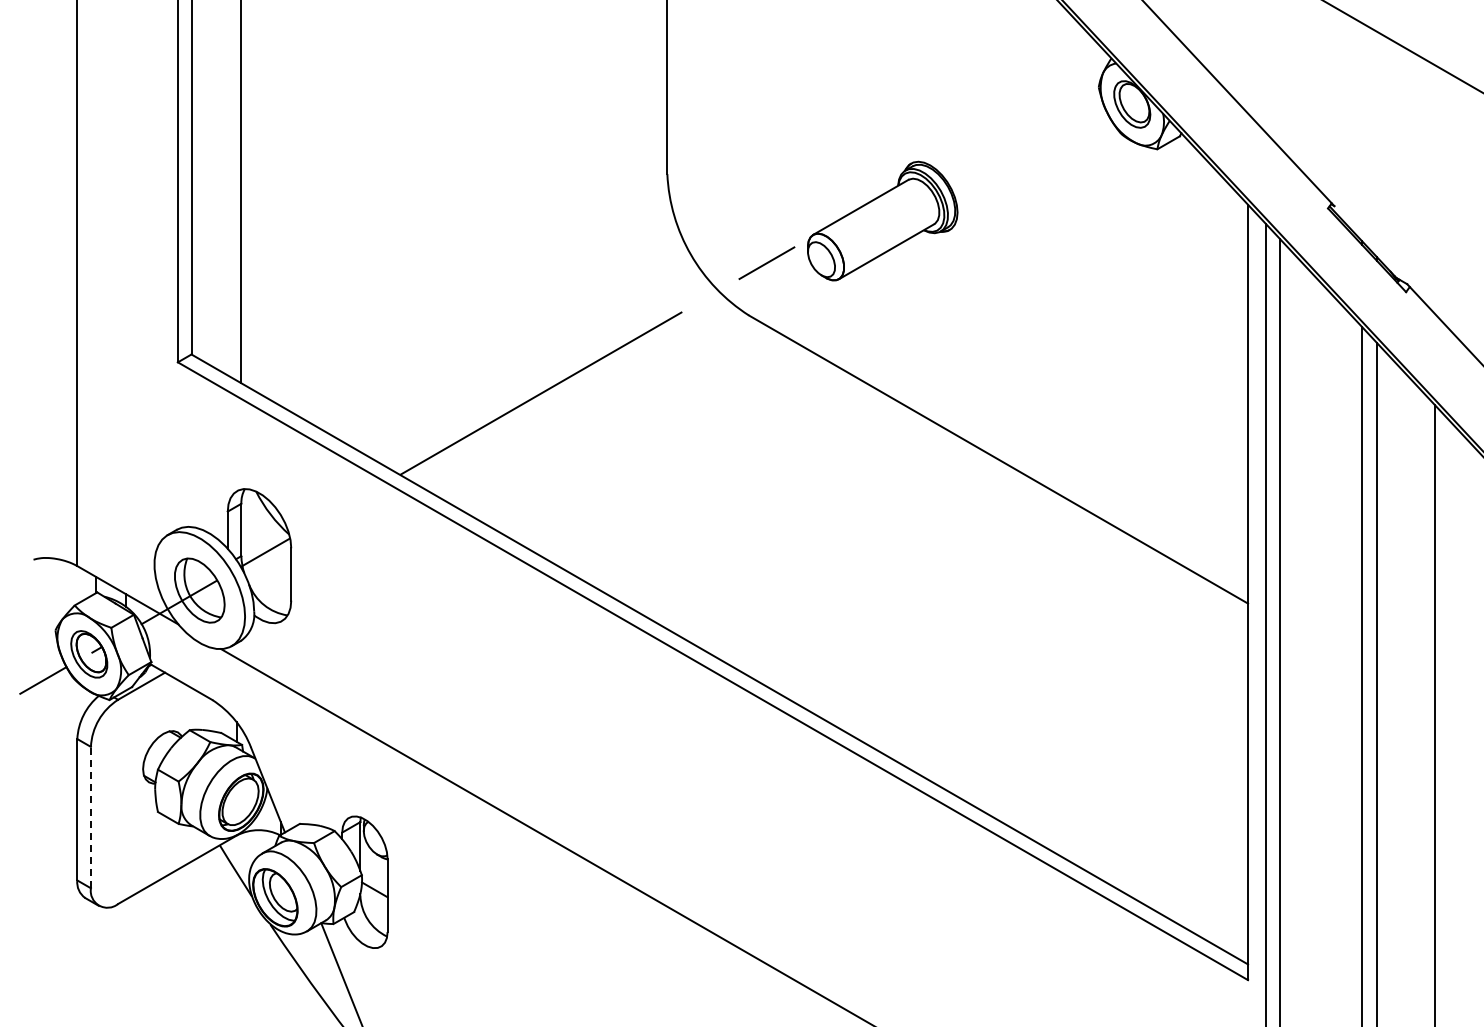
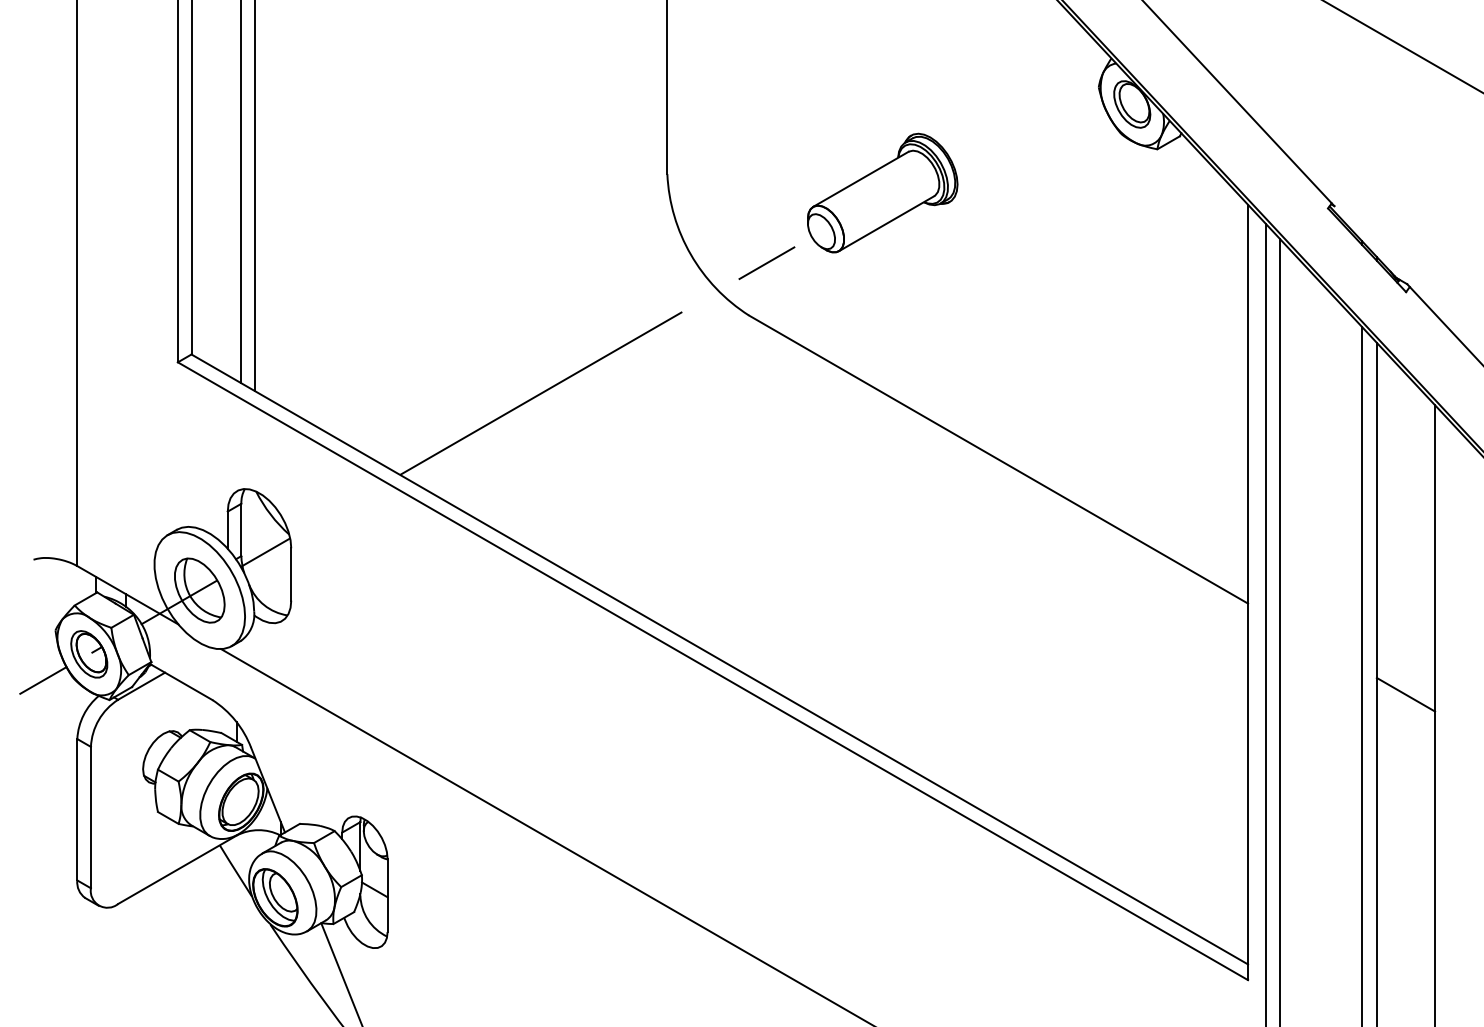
line at (254, 196): none -> present
part at (882, 220) position: (882, 220) -> (882, 192)
line at (1405, 694): none -> present
line at (90, 817): dashed -> solid
